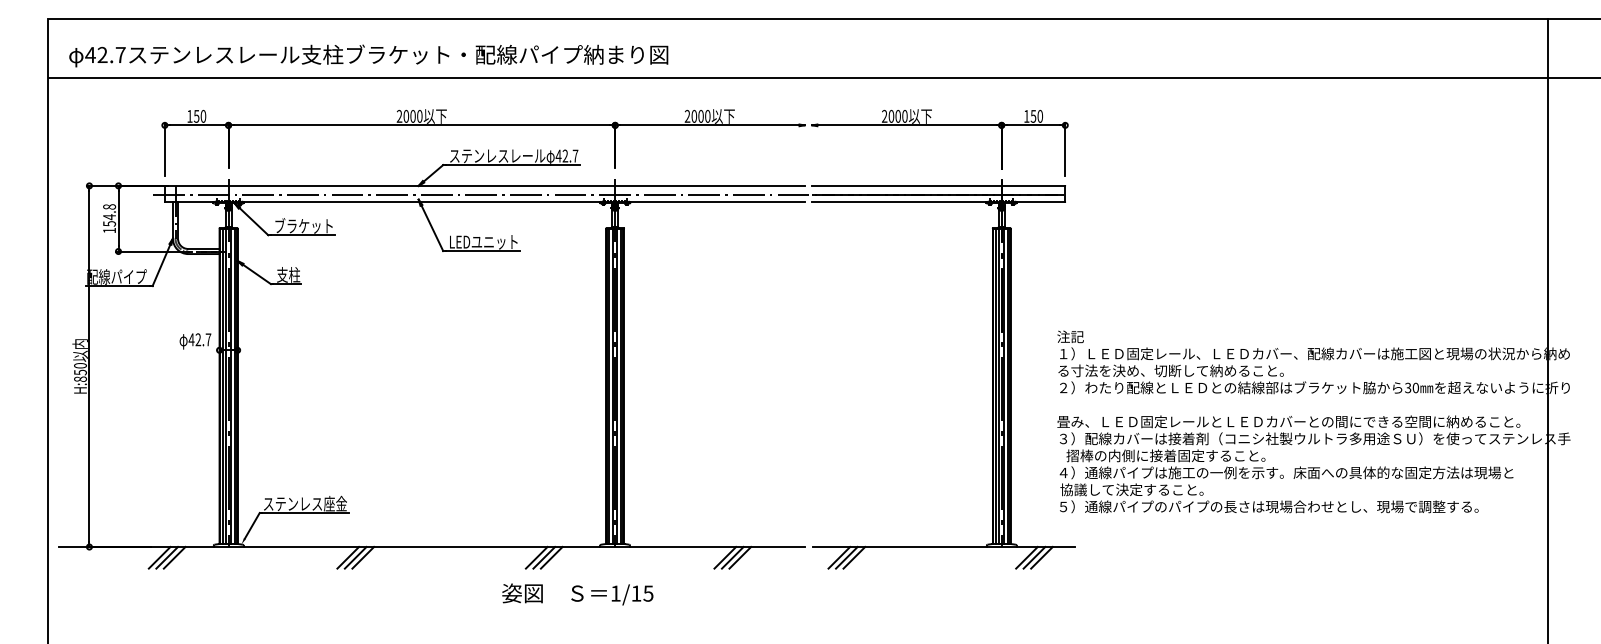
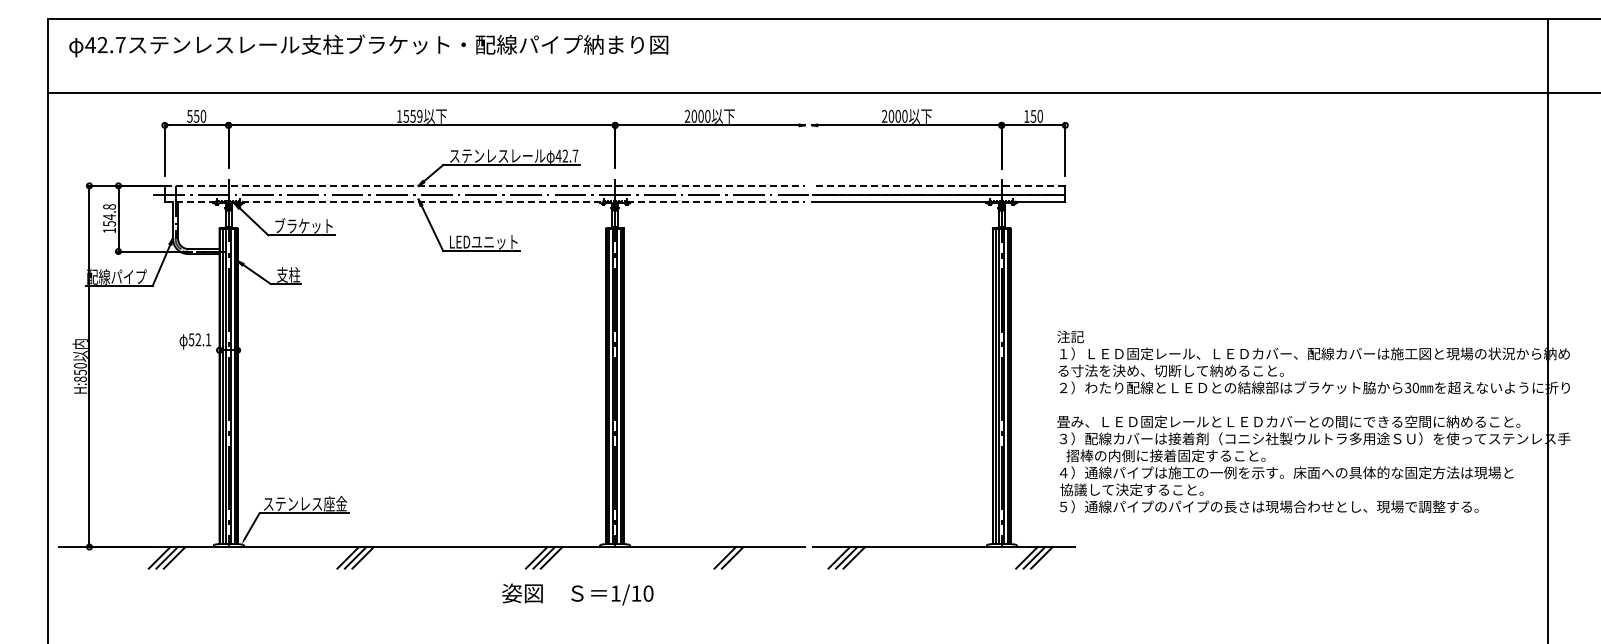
text at (368, 55) position: (368, 55) -> (368, 45)
line at (823, 78) position: (823, 78) -> (823, 93)
text at (409, 115): 2000 -> 1559
text at (189, 116): 150 -> 550
line at (484, 185): solid -> dashed
line at (938, 185): solid -> dashed
line at (484, 202): solid -> dashed
text at (199, 339): 42.7 -> 52.1
line at (740, 557): present -> none
text at (648, 593): 1/15 -> 1/10
